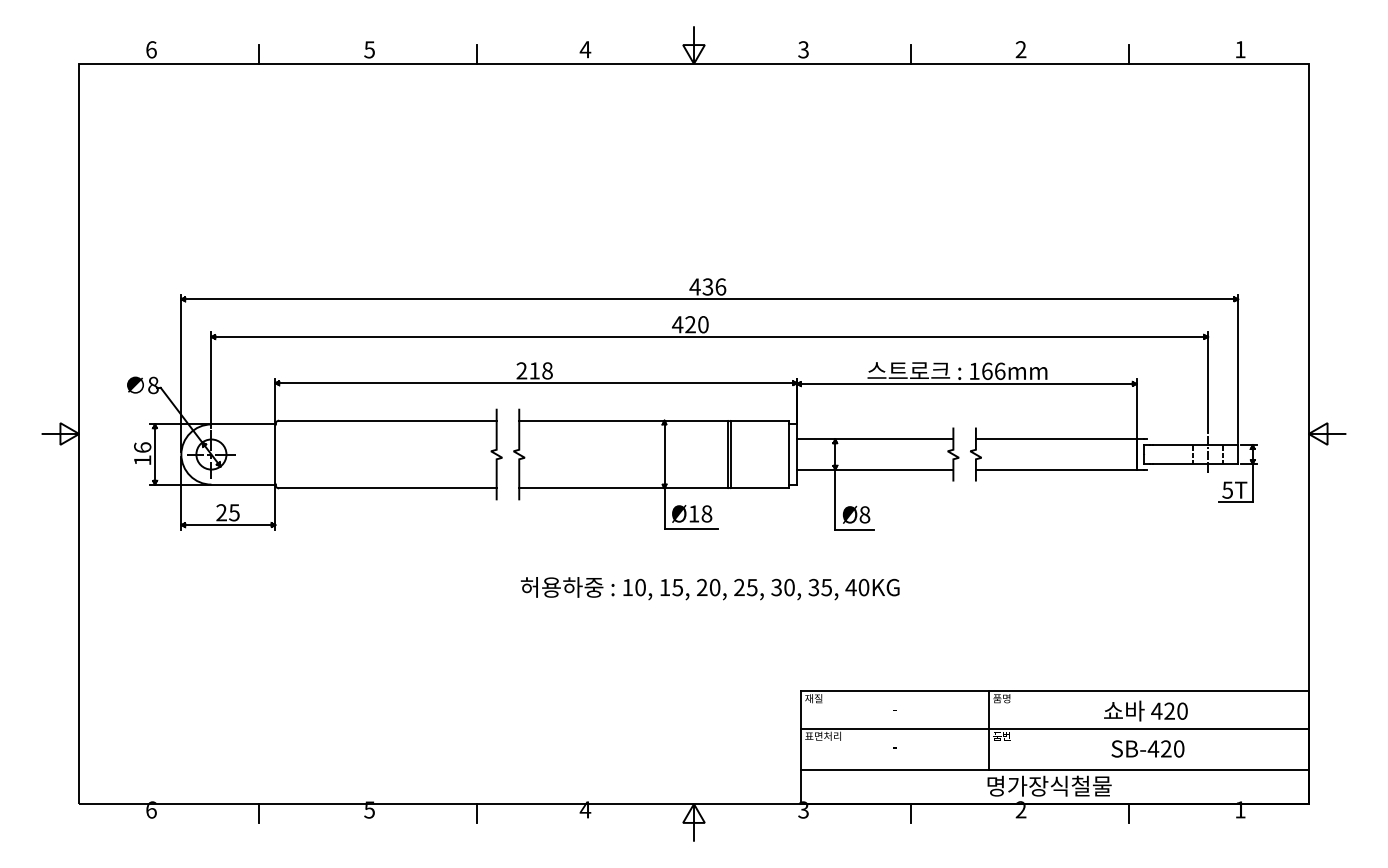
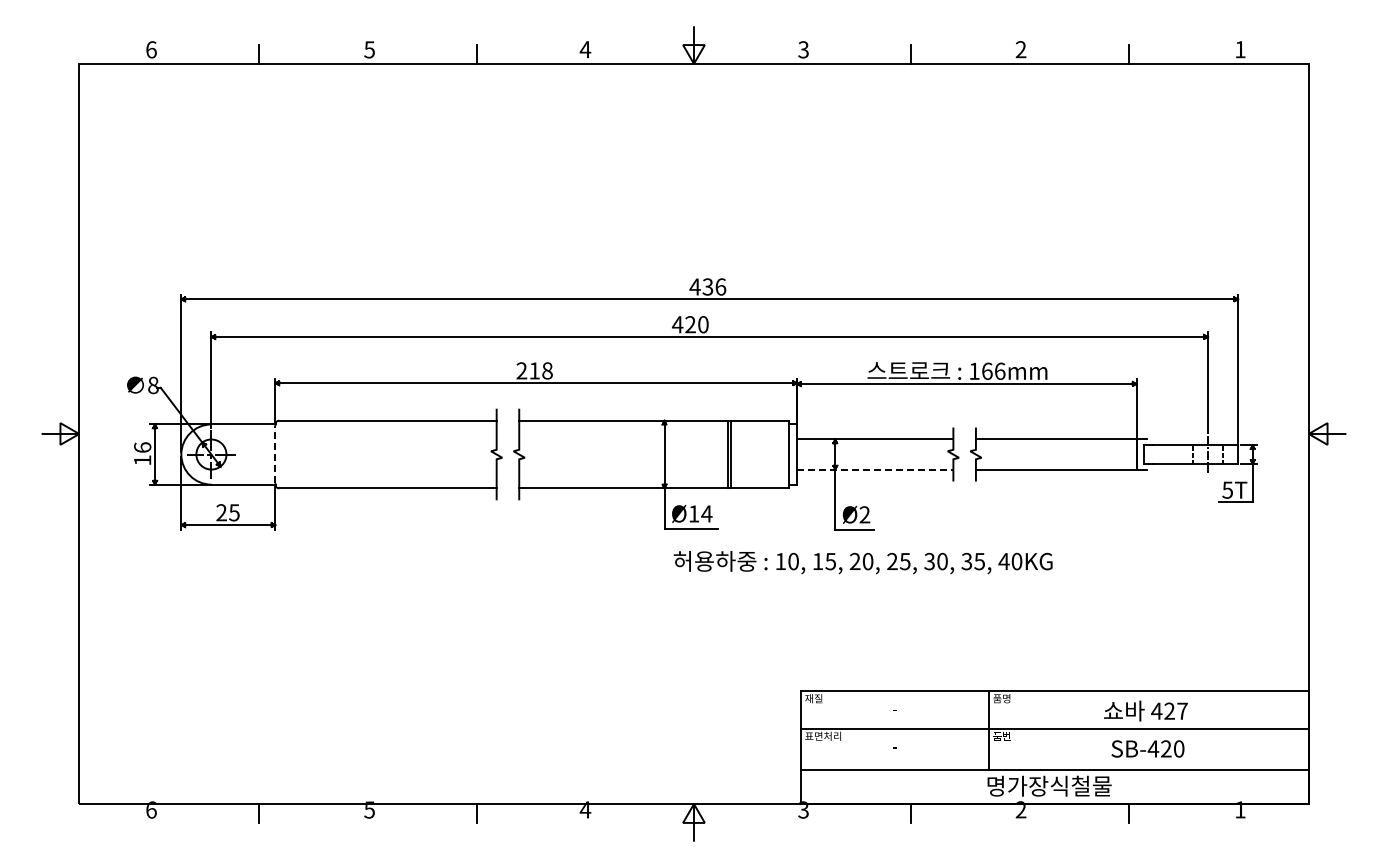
line at (275, 454): solid -> dashed
line at (875, 469): solid -> dashed
text at (706, 513): Ø18 -> Ø14
text at (864, 514): Ø8 -> Ø2
text at (709, 588) position: (709, 588) -> (862, 562)
text at (1182, 710): 420 -> 427
